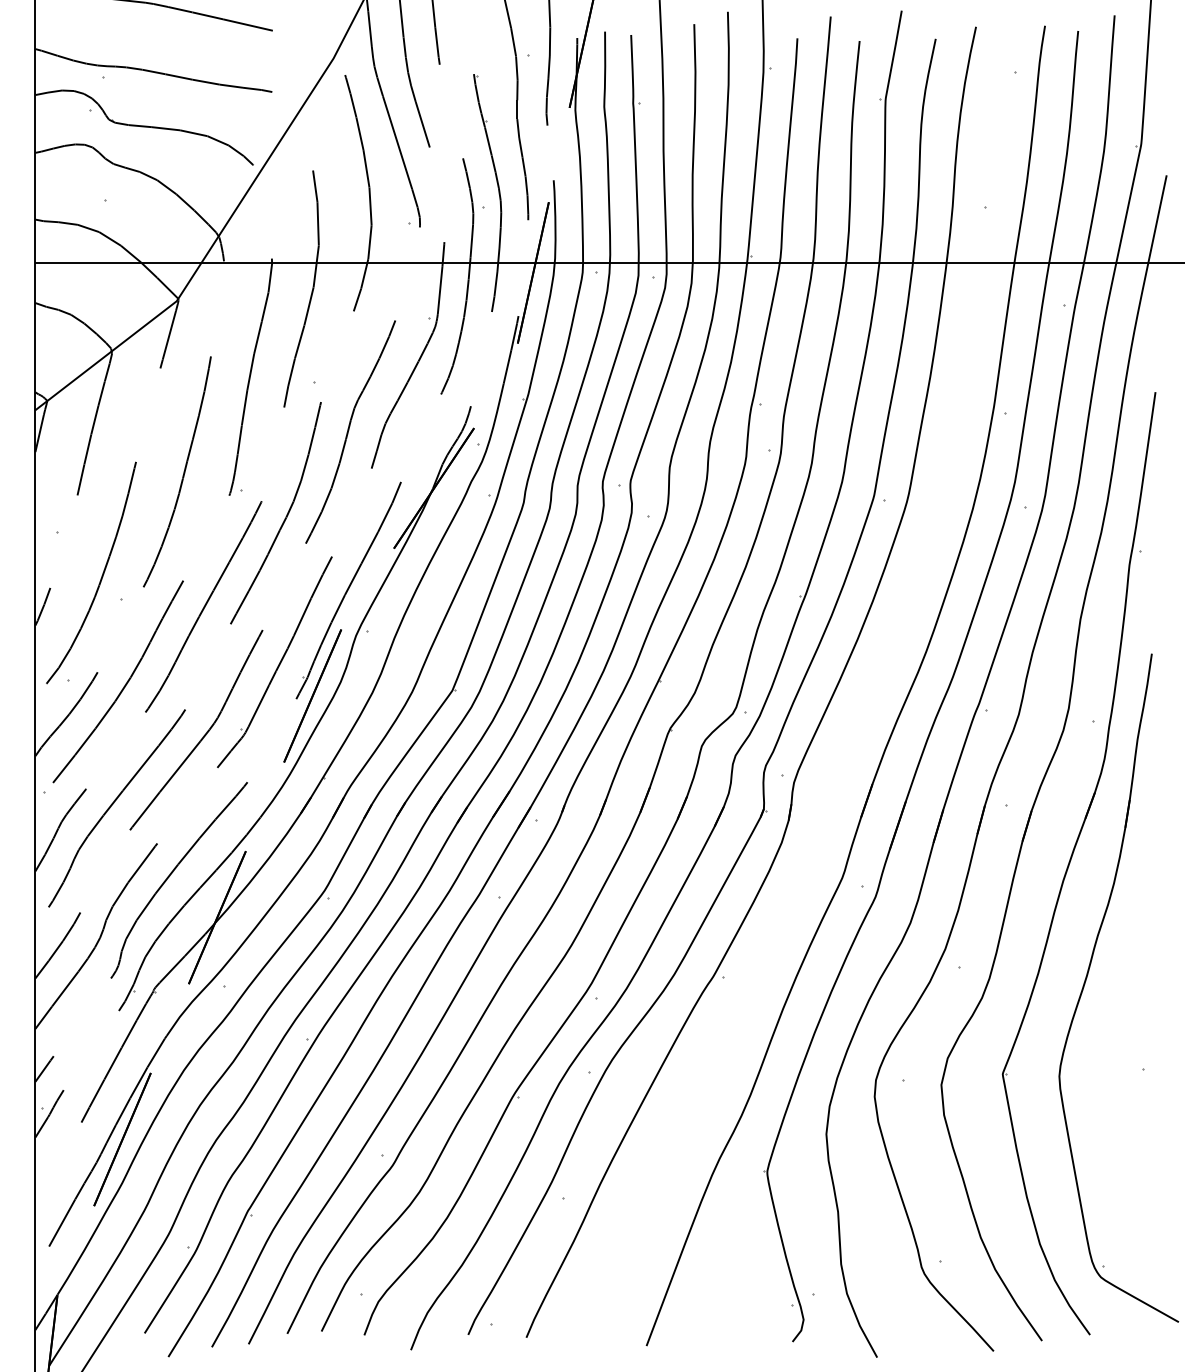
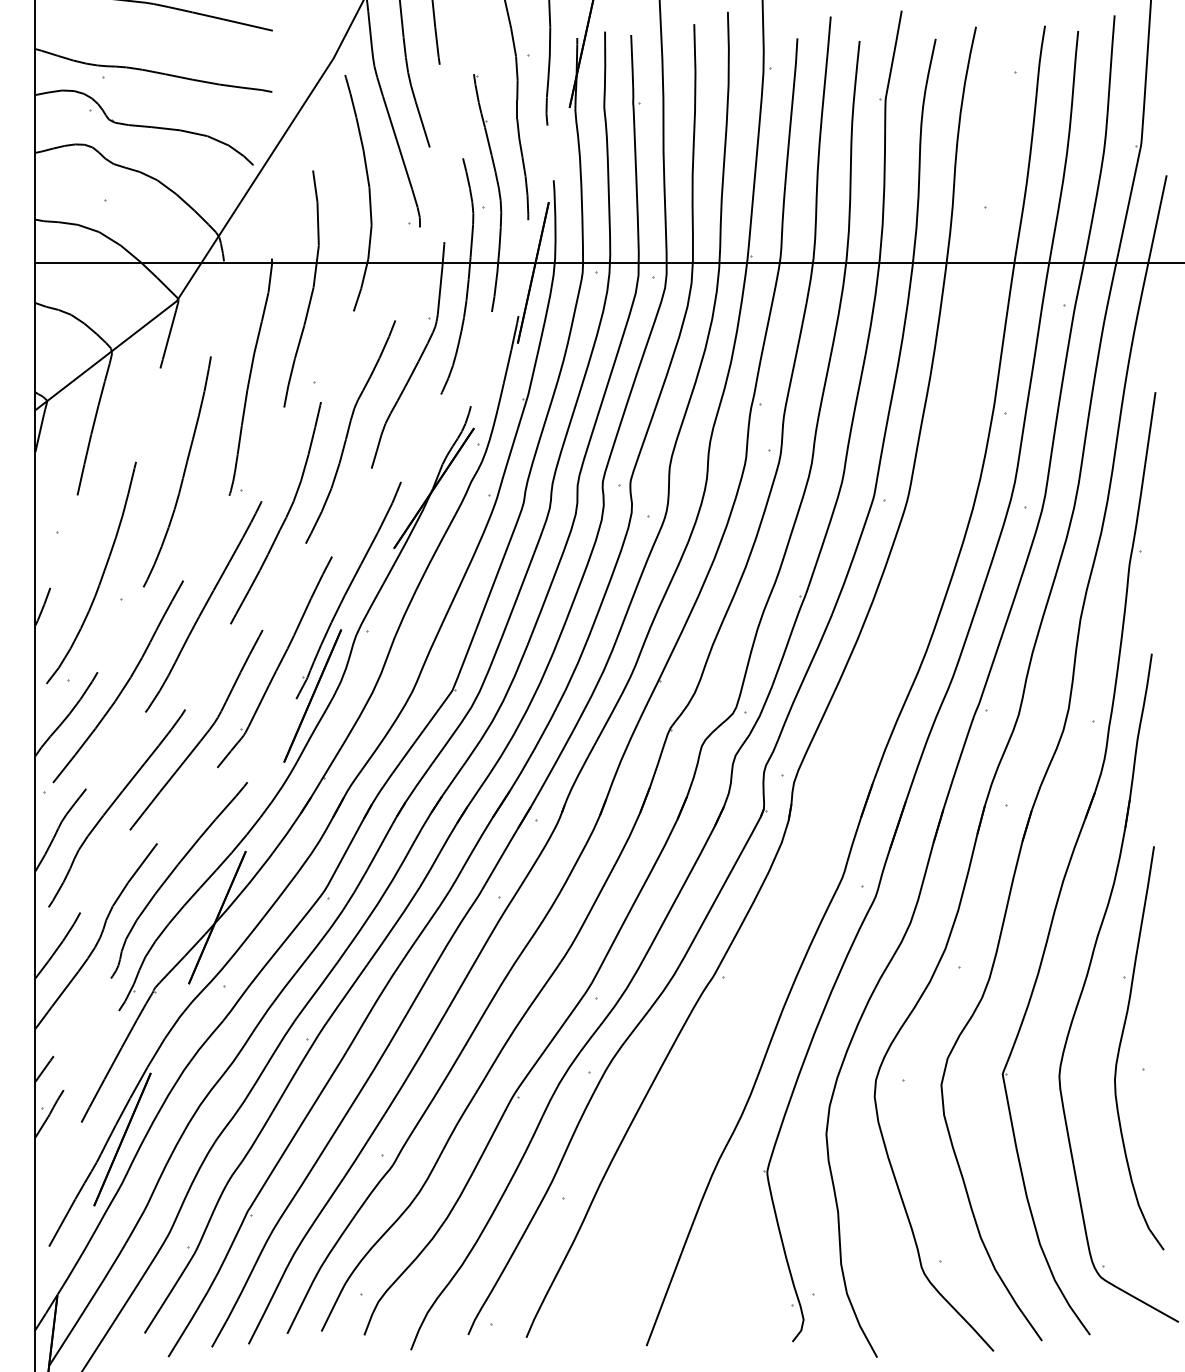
part at (1121, 1043): none -> present
